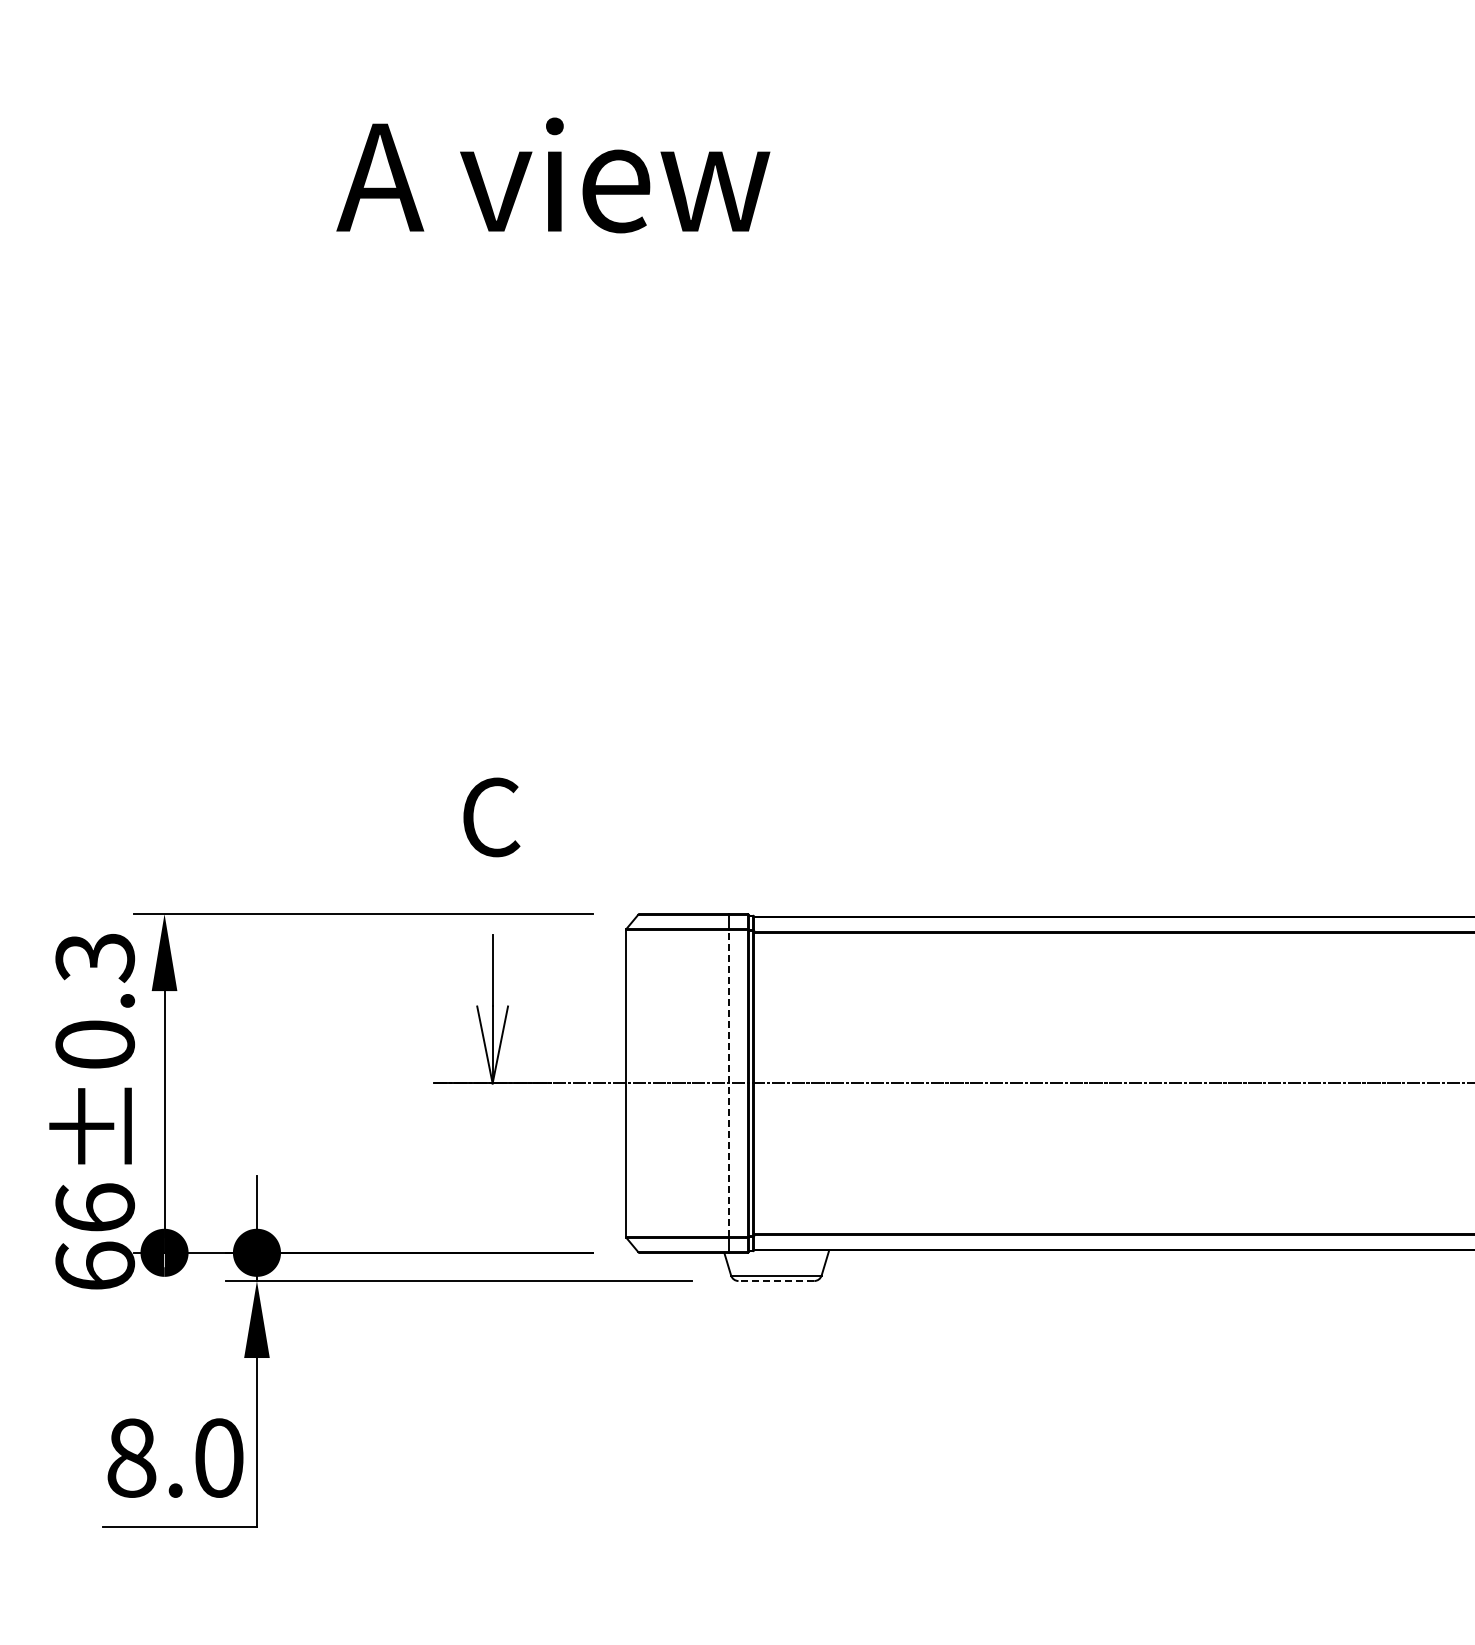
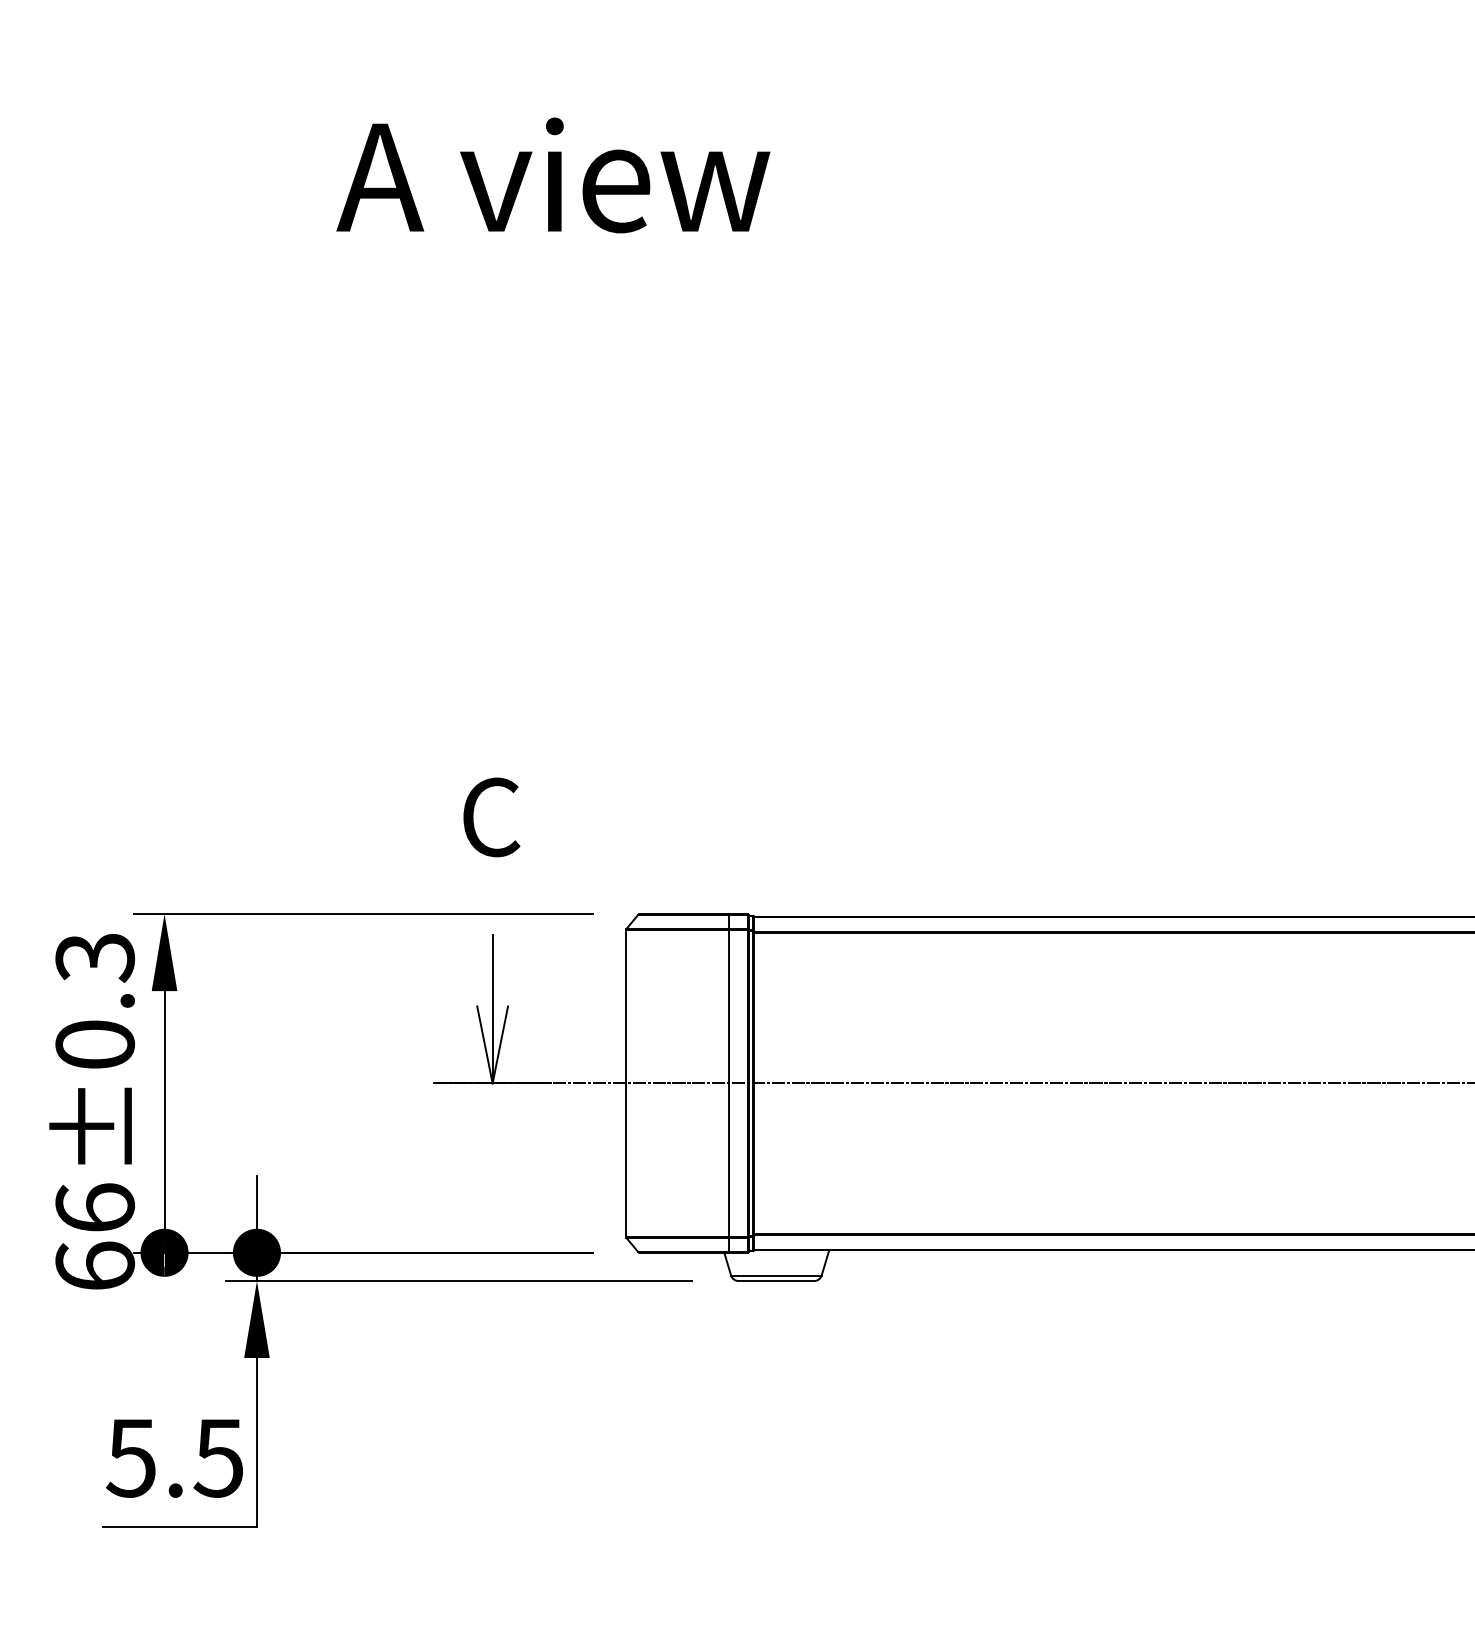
line at (728, 1082): dashed -> solid
line at (776, 1281): dashed -> solid
text at (174, 1457): 8.0 -> 5.5
